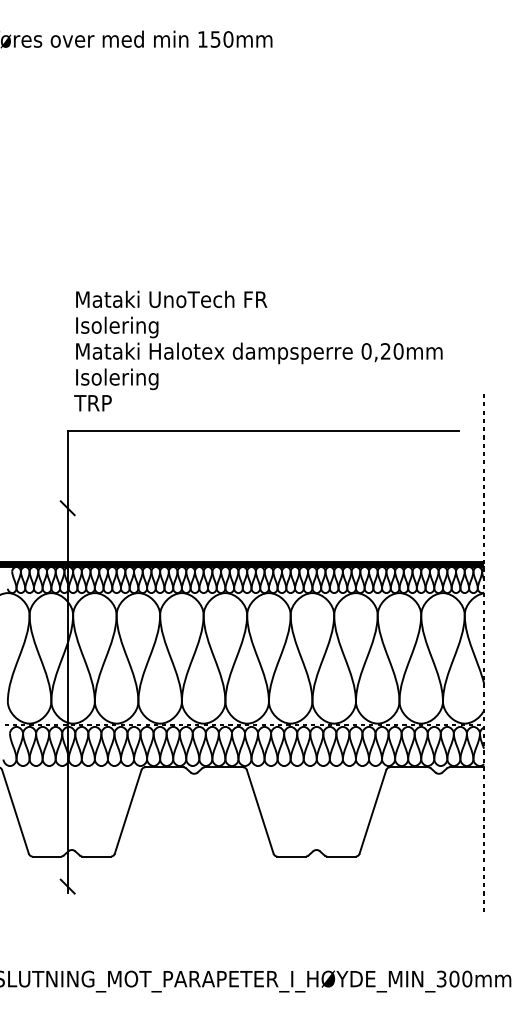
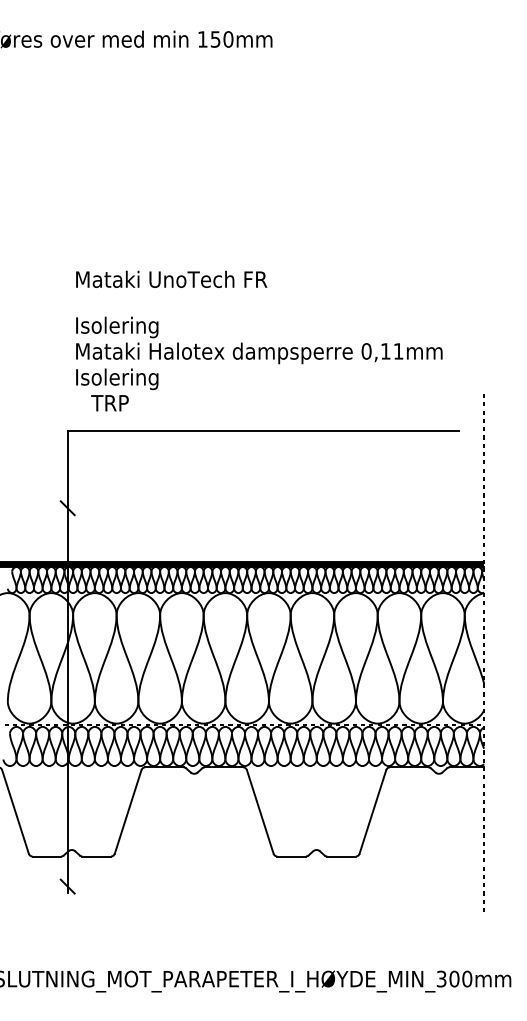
text at (171, 298) position: (171, 298) -> (171, 278)
text at (392, 351): 0,20mm -> 0,11mm
text at (92, 403) position: (92, 403) -> (109, 403)
